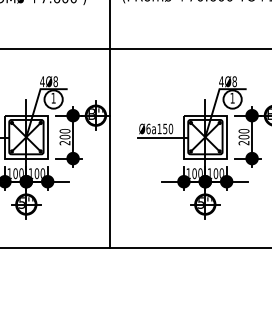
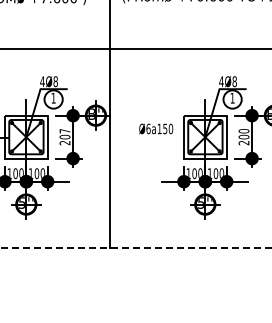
text at (64, 131): 200 -> 207
line at (162, 137): present -> none
line at (136, 247): solid -> dashed
